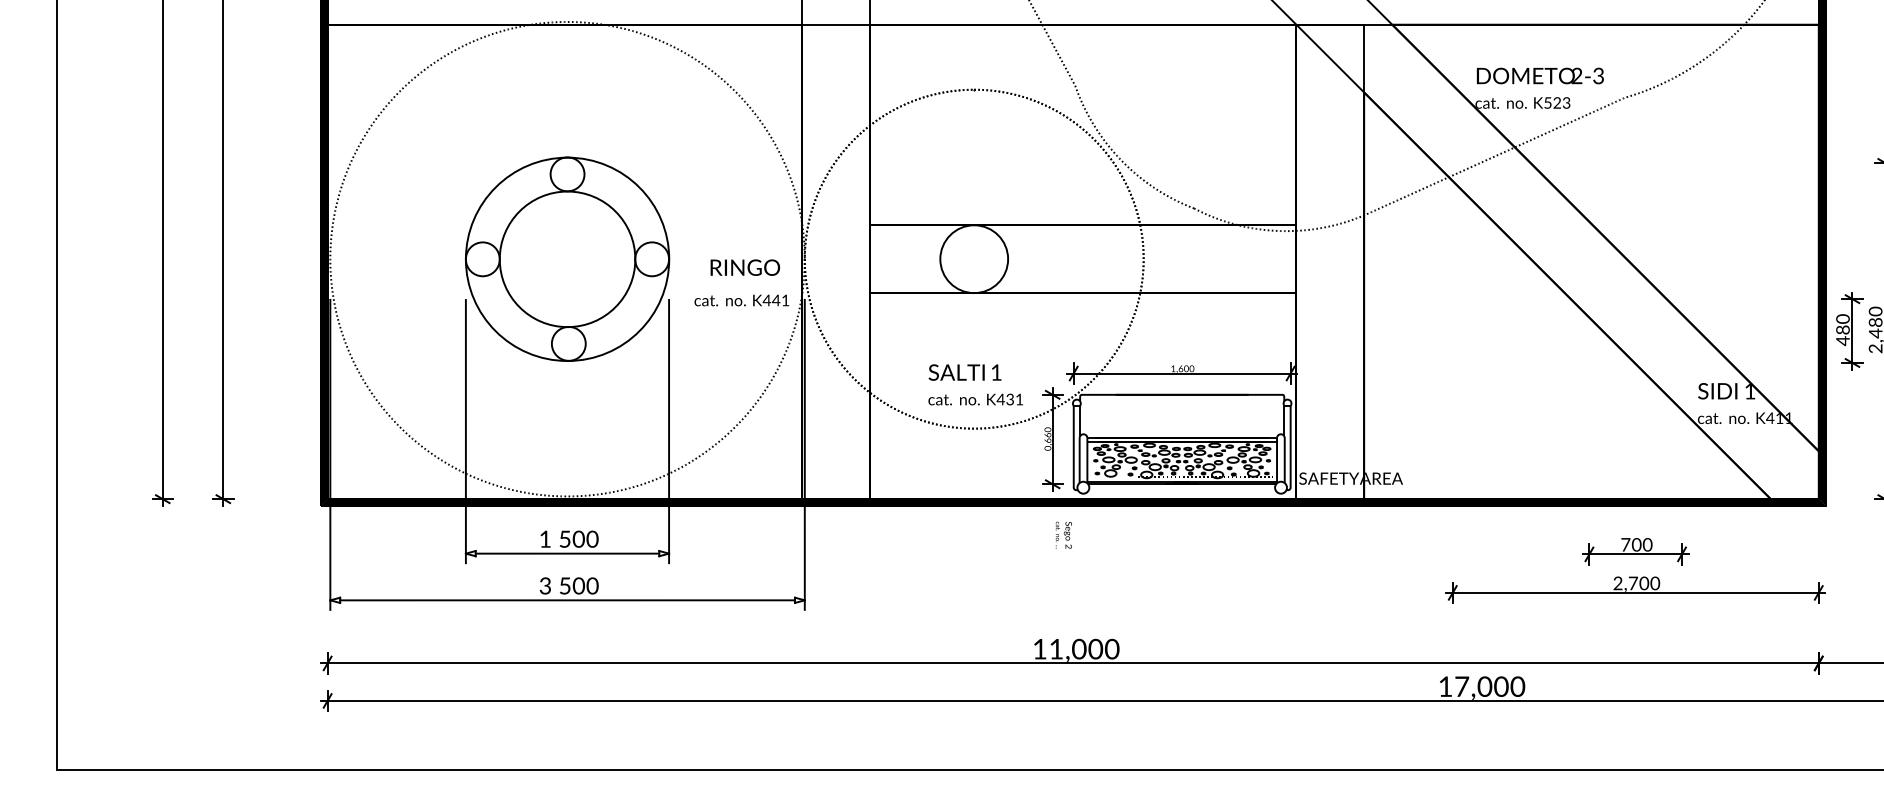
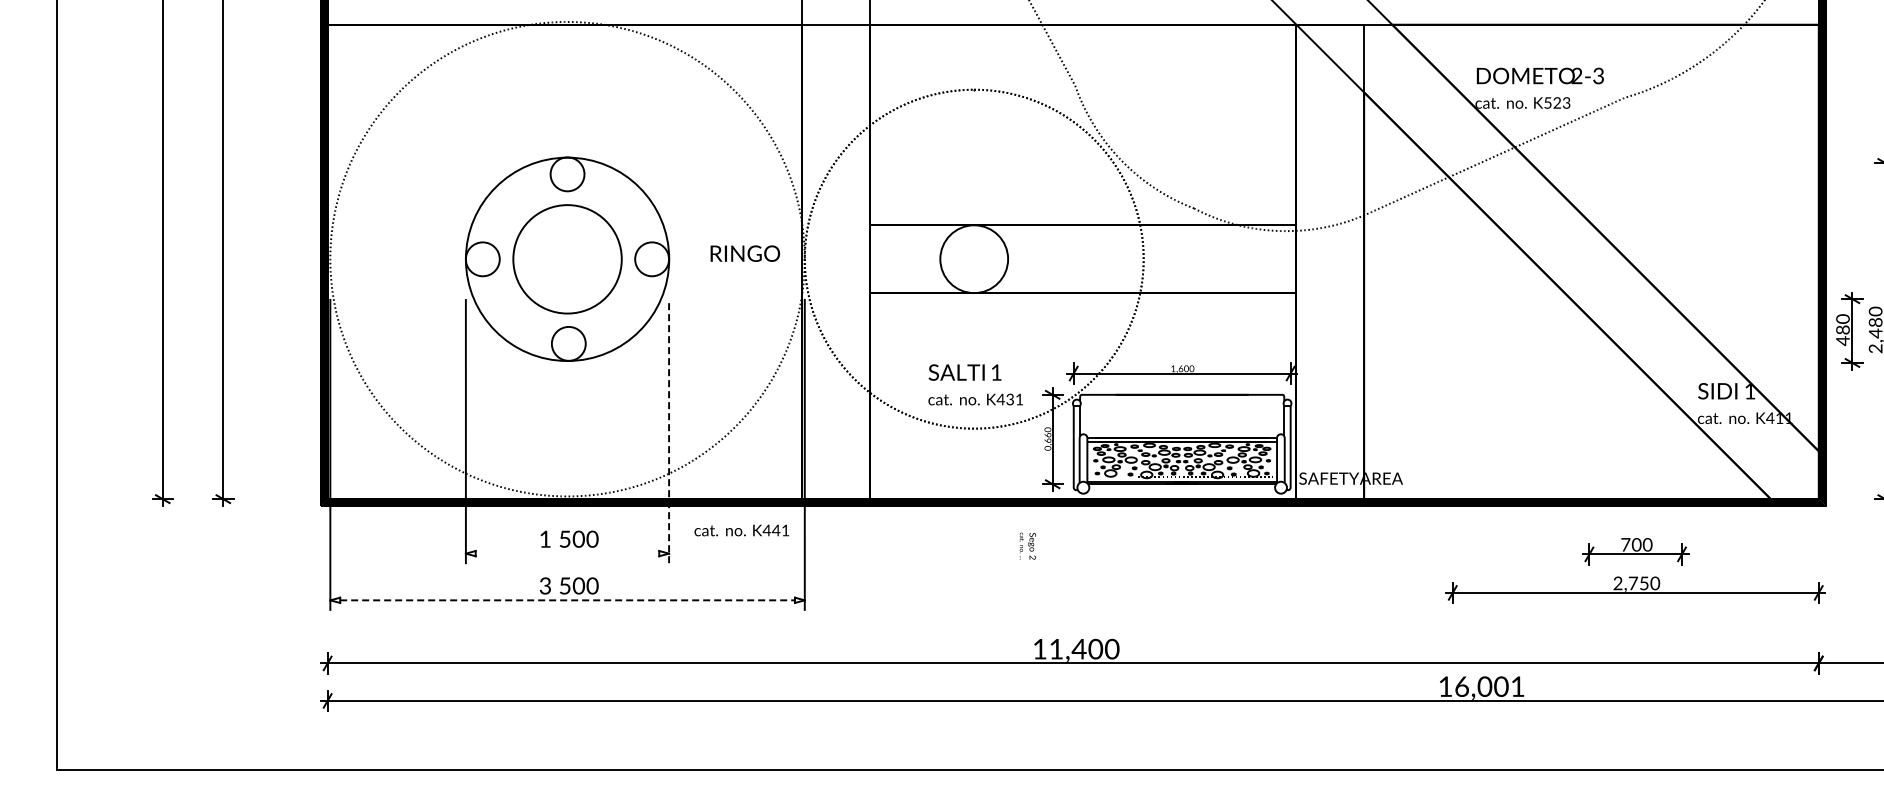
circle at (567, 259) diameter: 136 px -> 108 px
text at (745, 267) position: (745, 267) -> (745, 253)
text at (741, 300) position: (741, 300) -> (741, 530)
line at (669, 431): solid -> dashed
text at (1063, 534) position: (1063, 534) -> (1027, 545)
line at (567, 553): present -> none
text at (1644, 583): 2,700 -> 2,750
line at (568, 600): solid -> dashed
text at (1078, 648): 11,000 -> 11,400
text at (1490, 686): 17,000 -> 16,001
